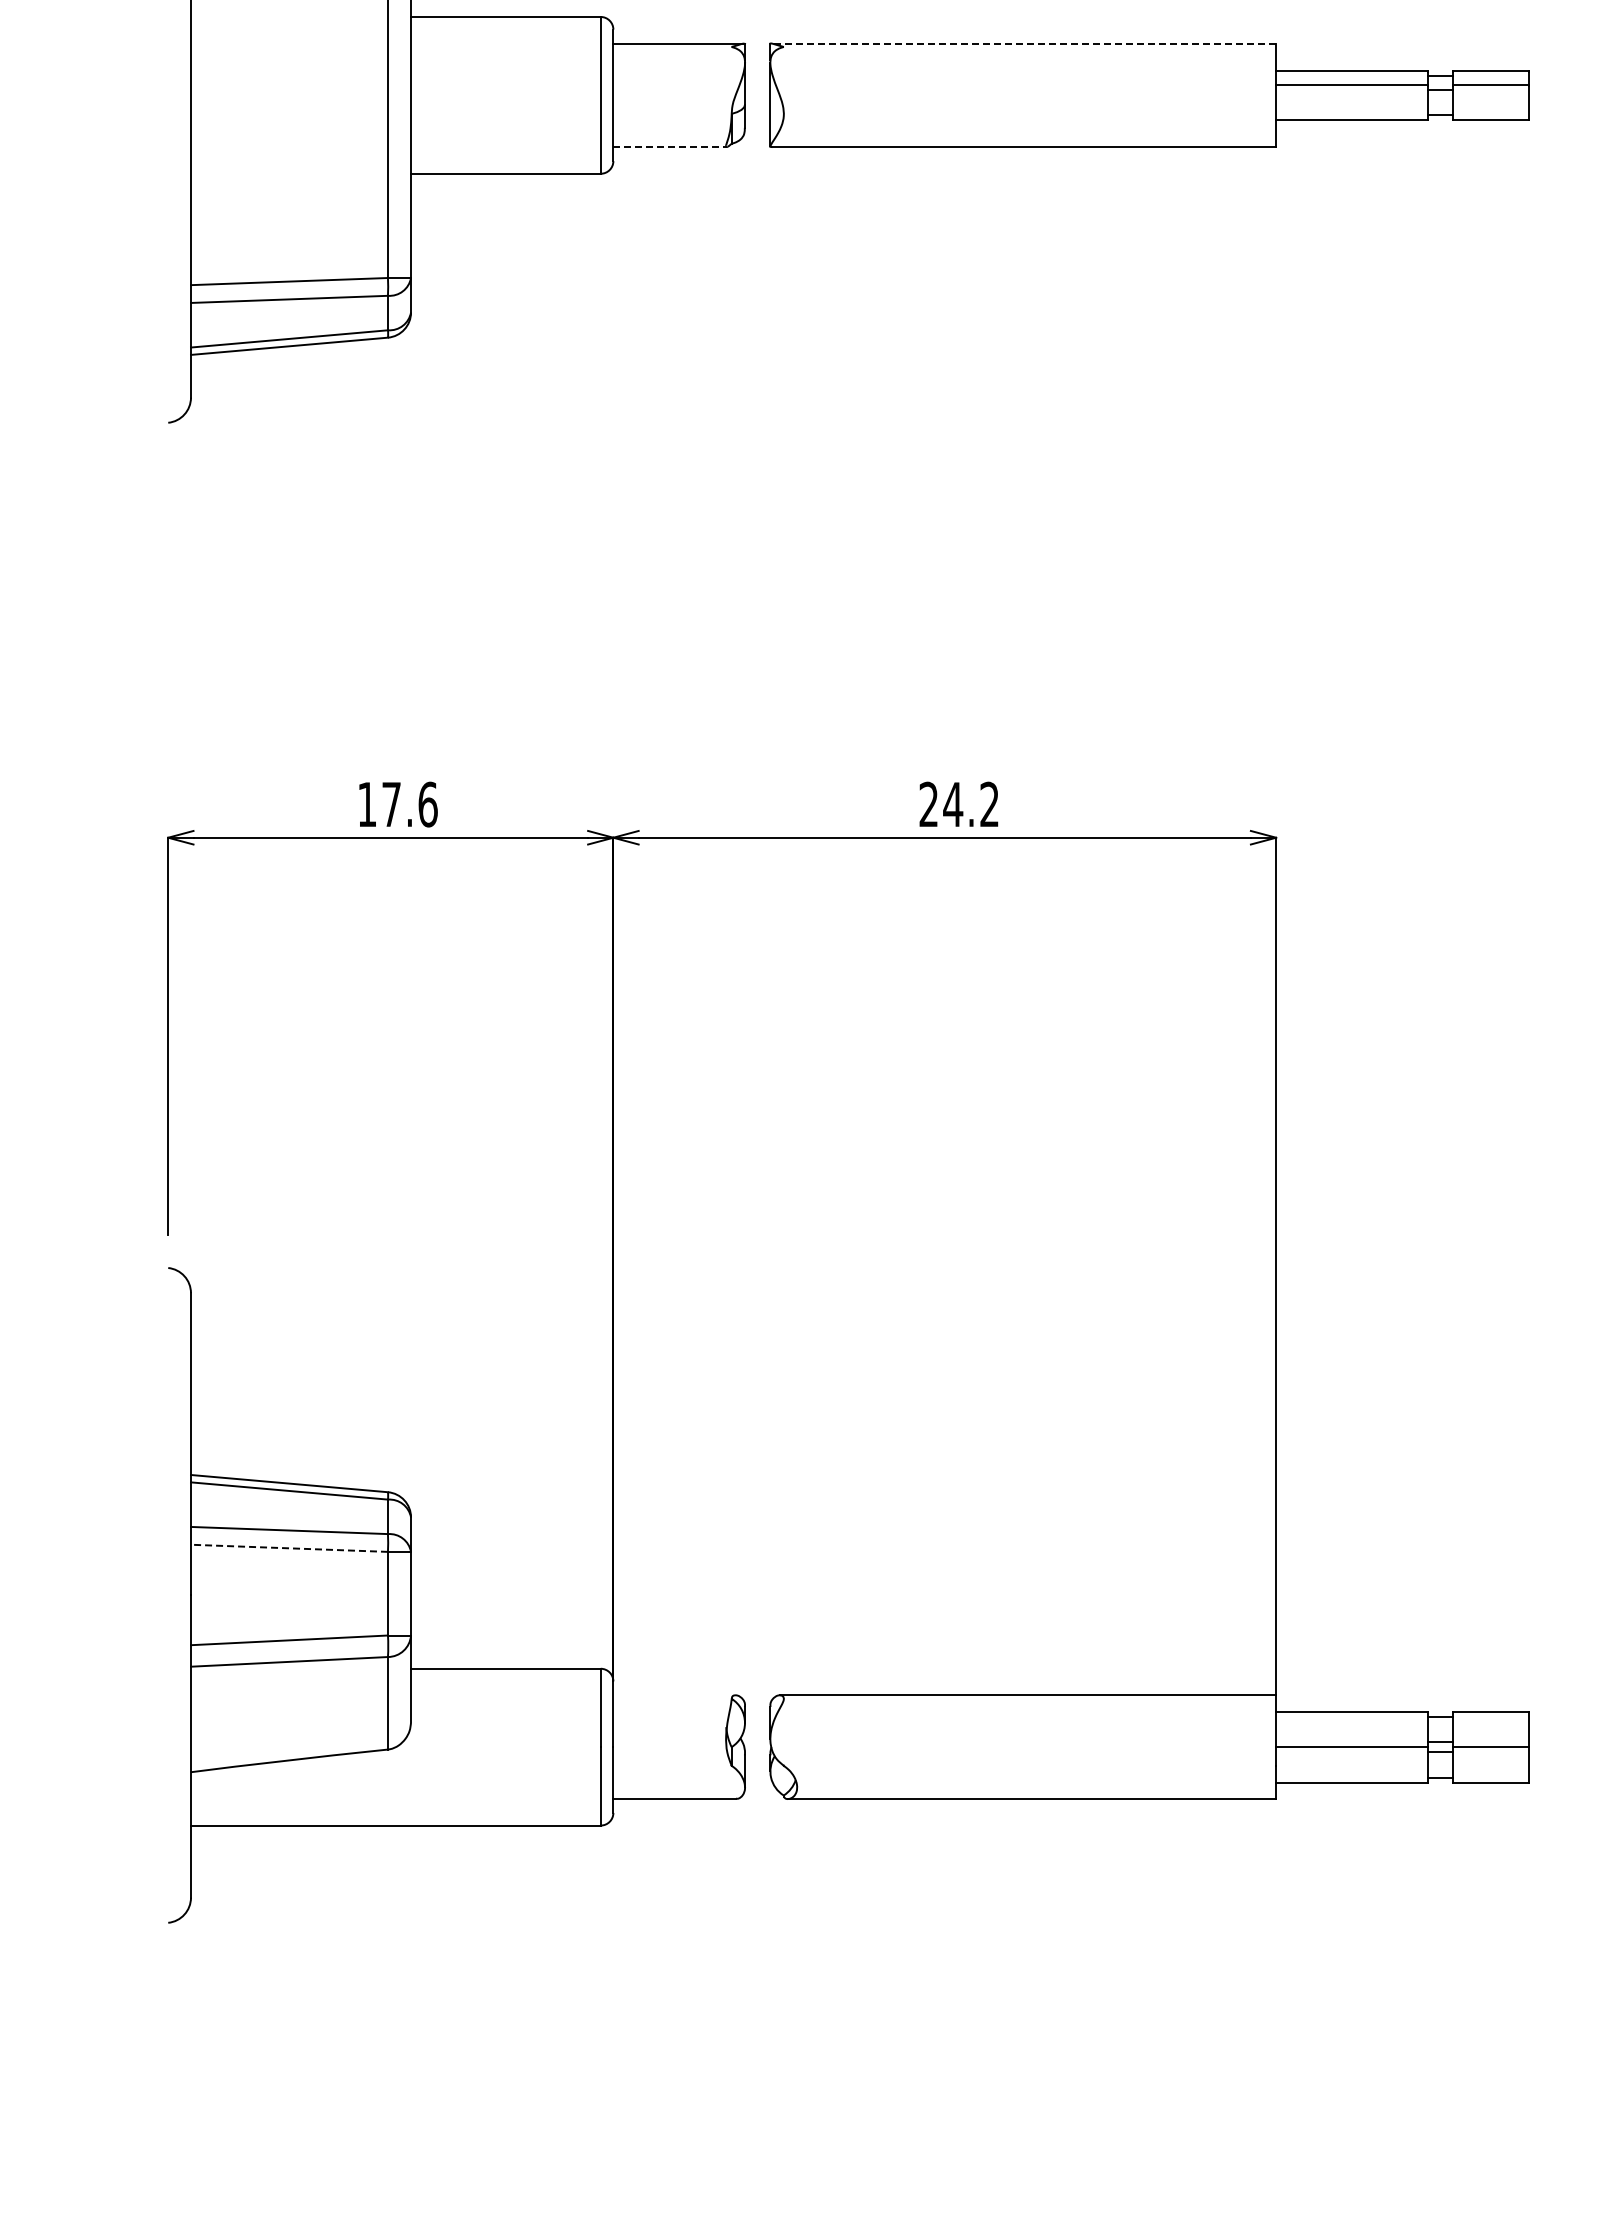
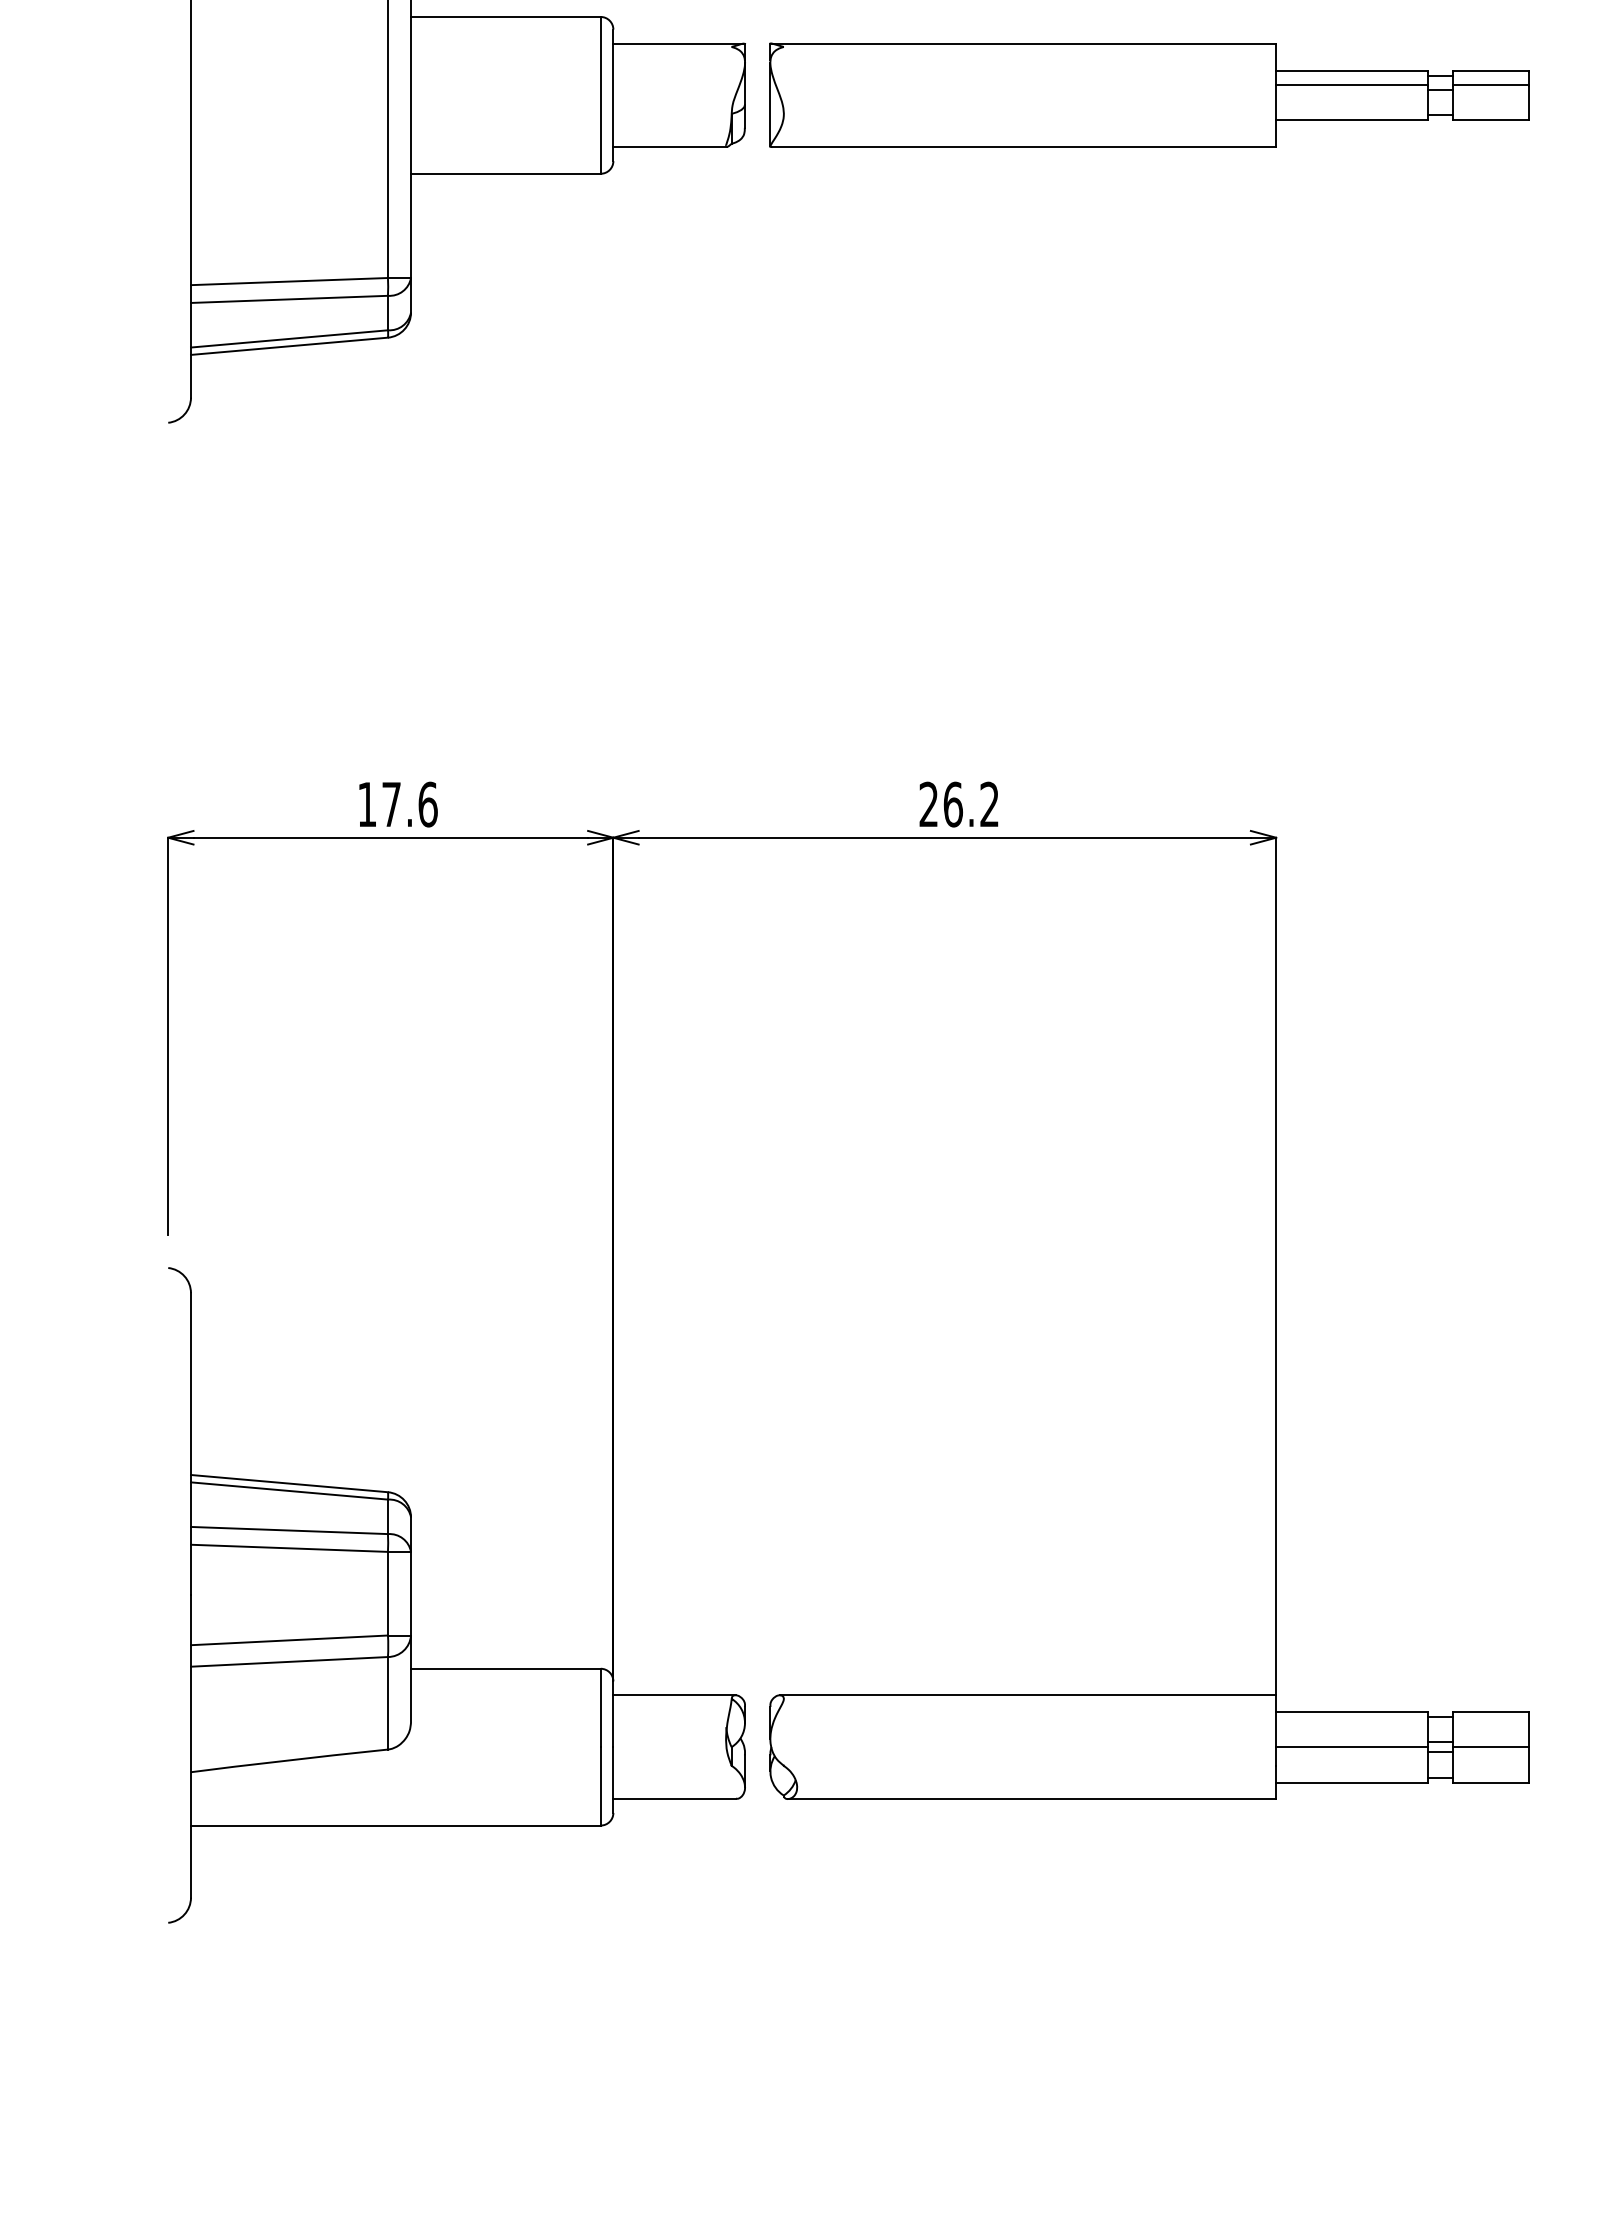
line at (1023, 43): dashed -> solid
line at (670, 147): dashed -> solid
text at (953, 804): 24.2 -> 26.2
line at (289, 1548): dashed -> solid
line at (674, 1695): none -> present
